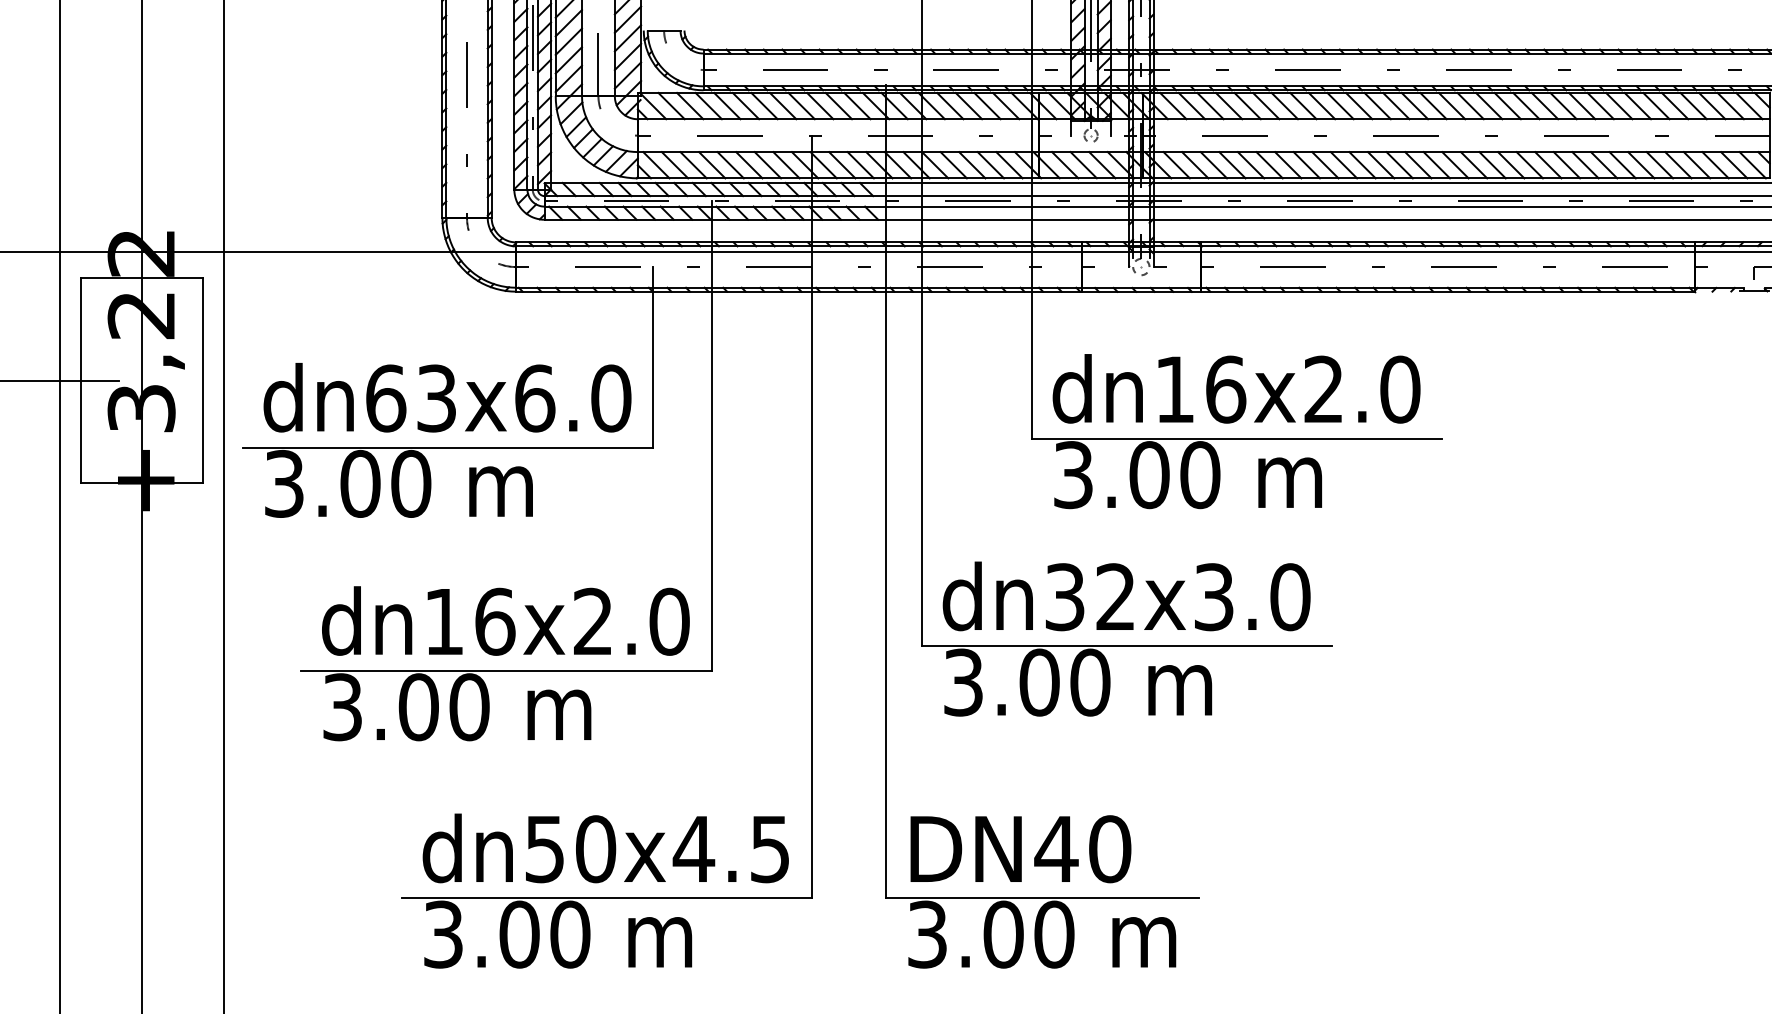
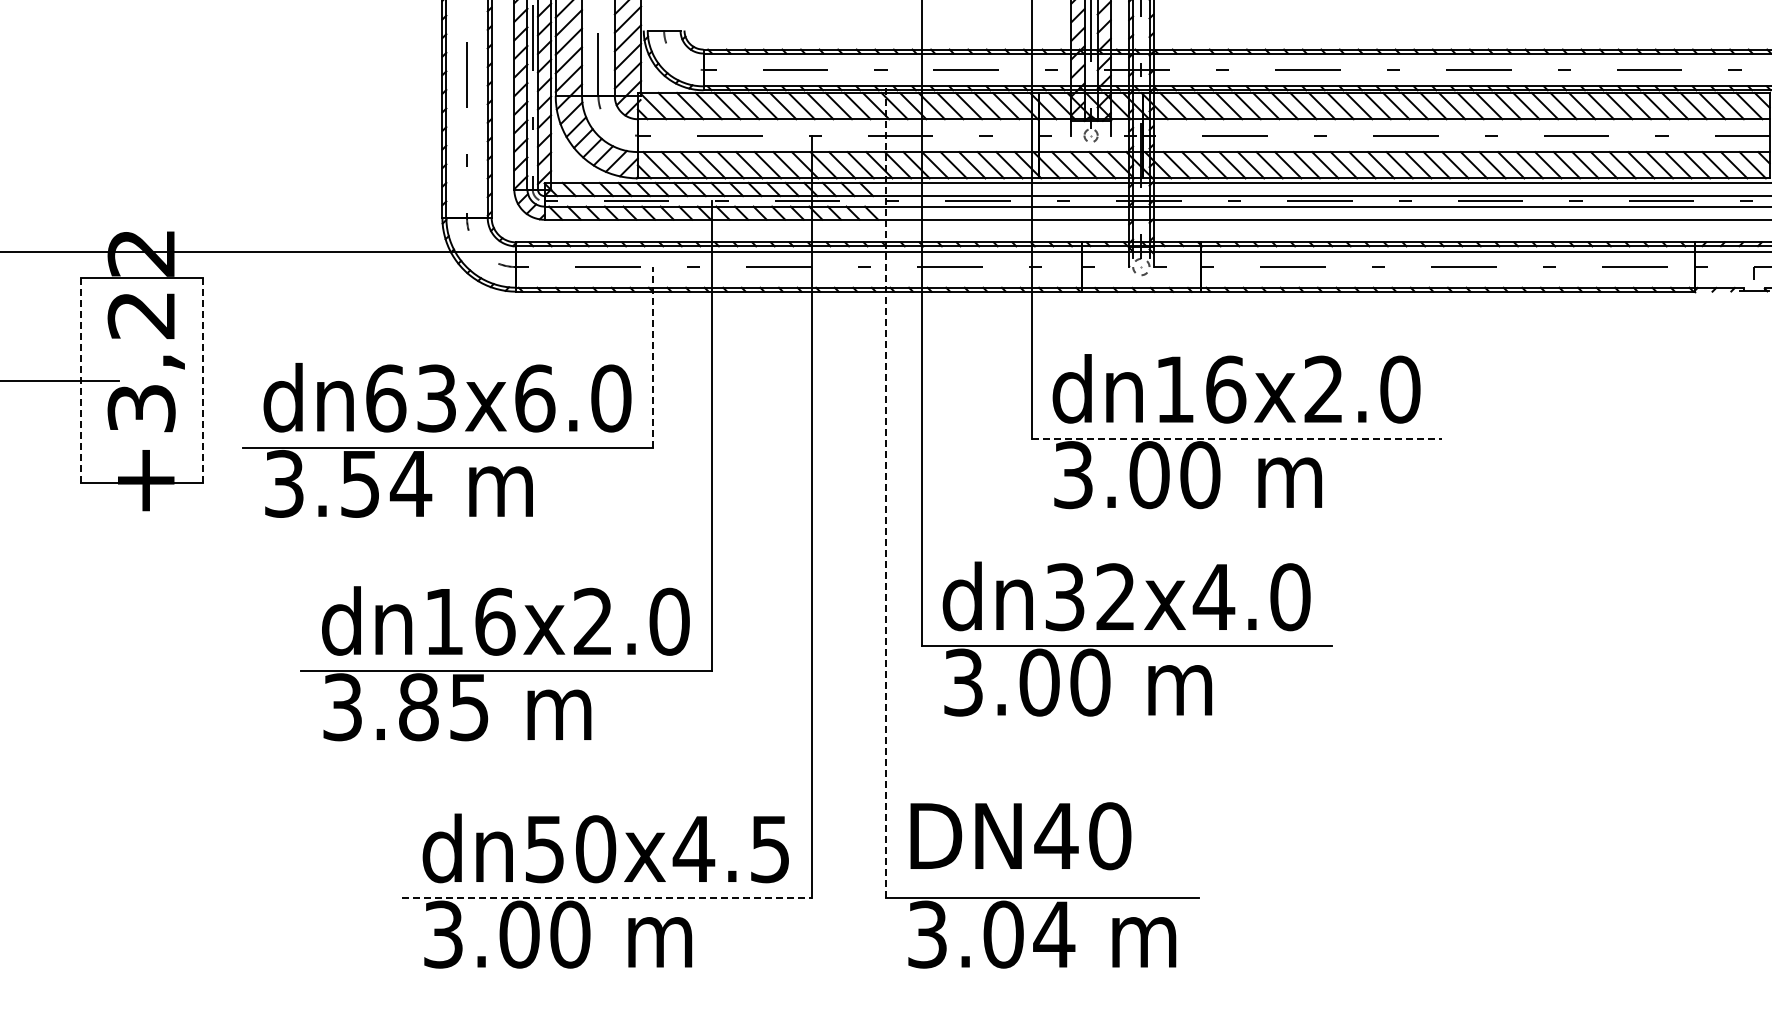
line at (653, 356): solid -> dashed
line at (202, 380): solid -> dashed
line at (81, 381): solid -> dashed
line at (1237, 438): solid -> dashed
text at (386, 483): 3.00 -> 3.54
line at (885, 491): solid -> dashed
line at (59, 506): present -> none
line at (141, 506): present -> none
line at (223, 506): present -> none
text at (1213, 597): dn32x3.0 -> dn32x4.0
text at (443, 707): 3.00 -> 3.85
text at (1020, 849) position: (1020, 849) -> (1020, 836)
line at (607, 898): solid -> dashed
text at (1054, 934): 3.00 -> 3.04
